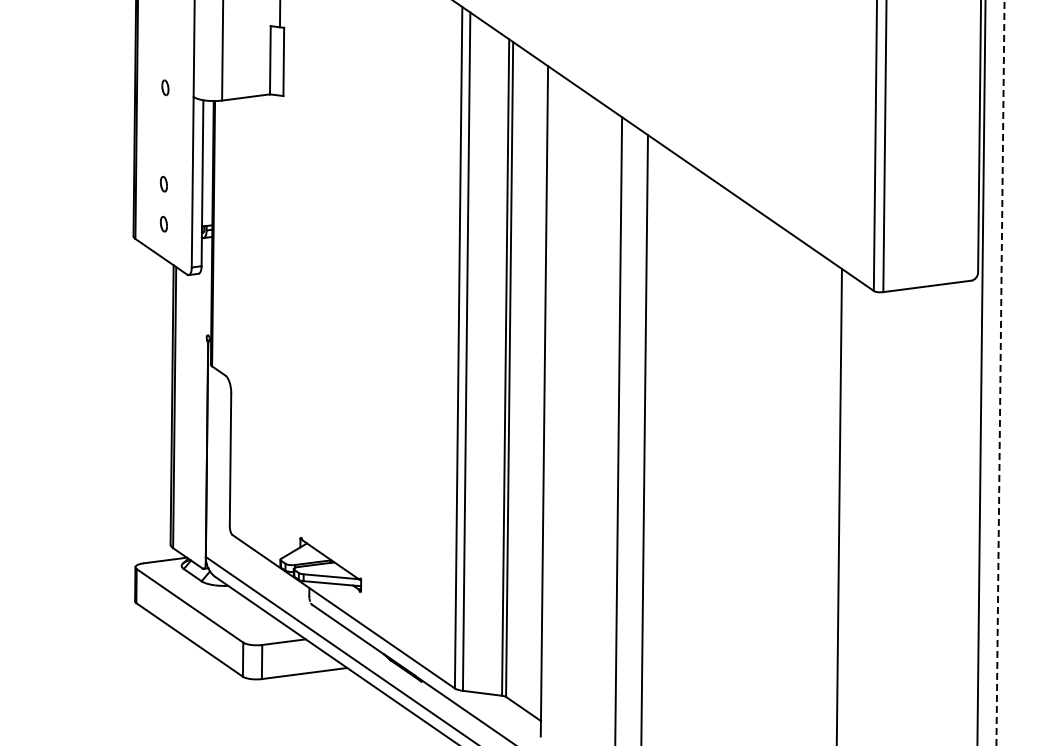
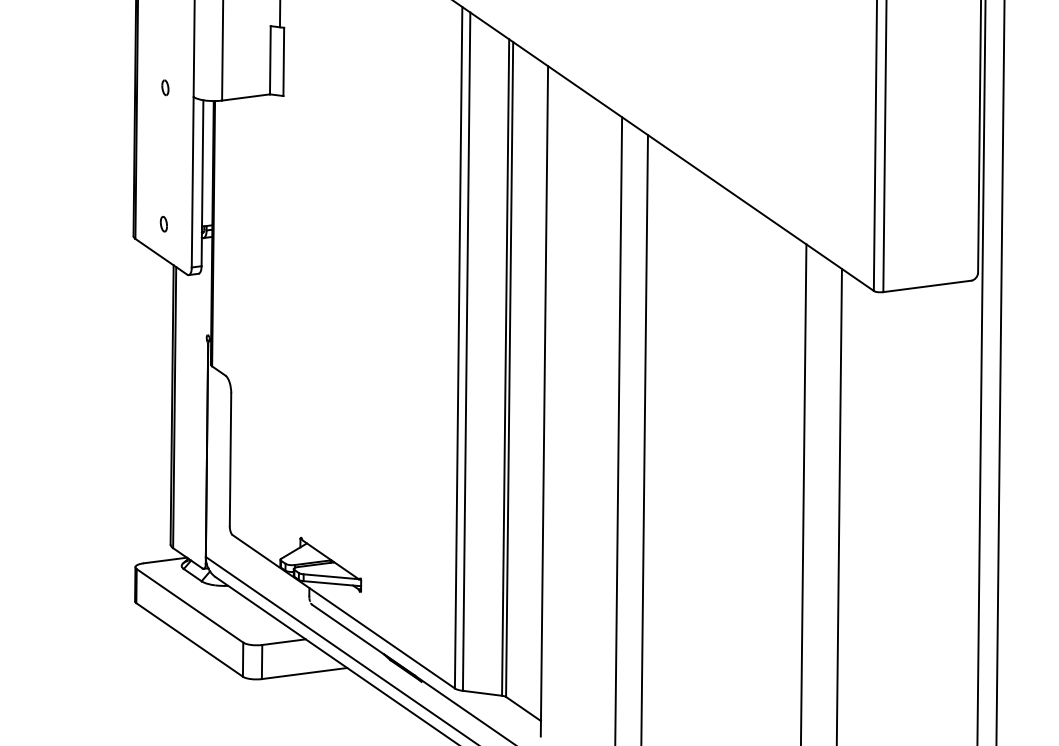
part at (163, 184): present -> none
line at (1000, 373): dashed -> solid
line at (803, 493): none -> present
